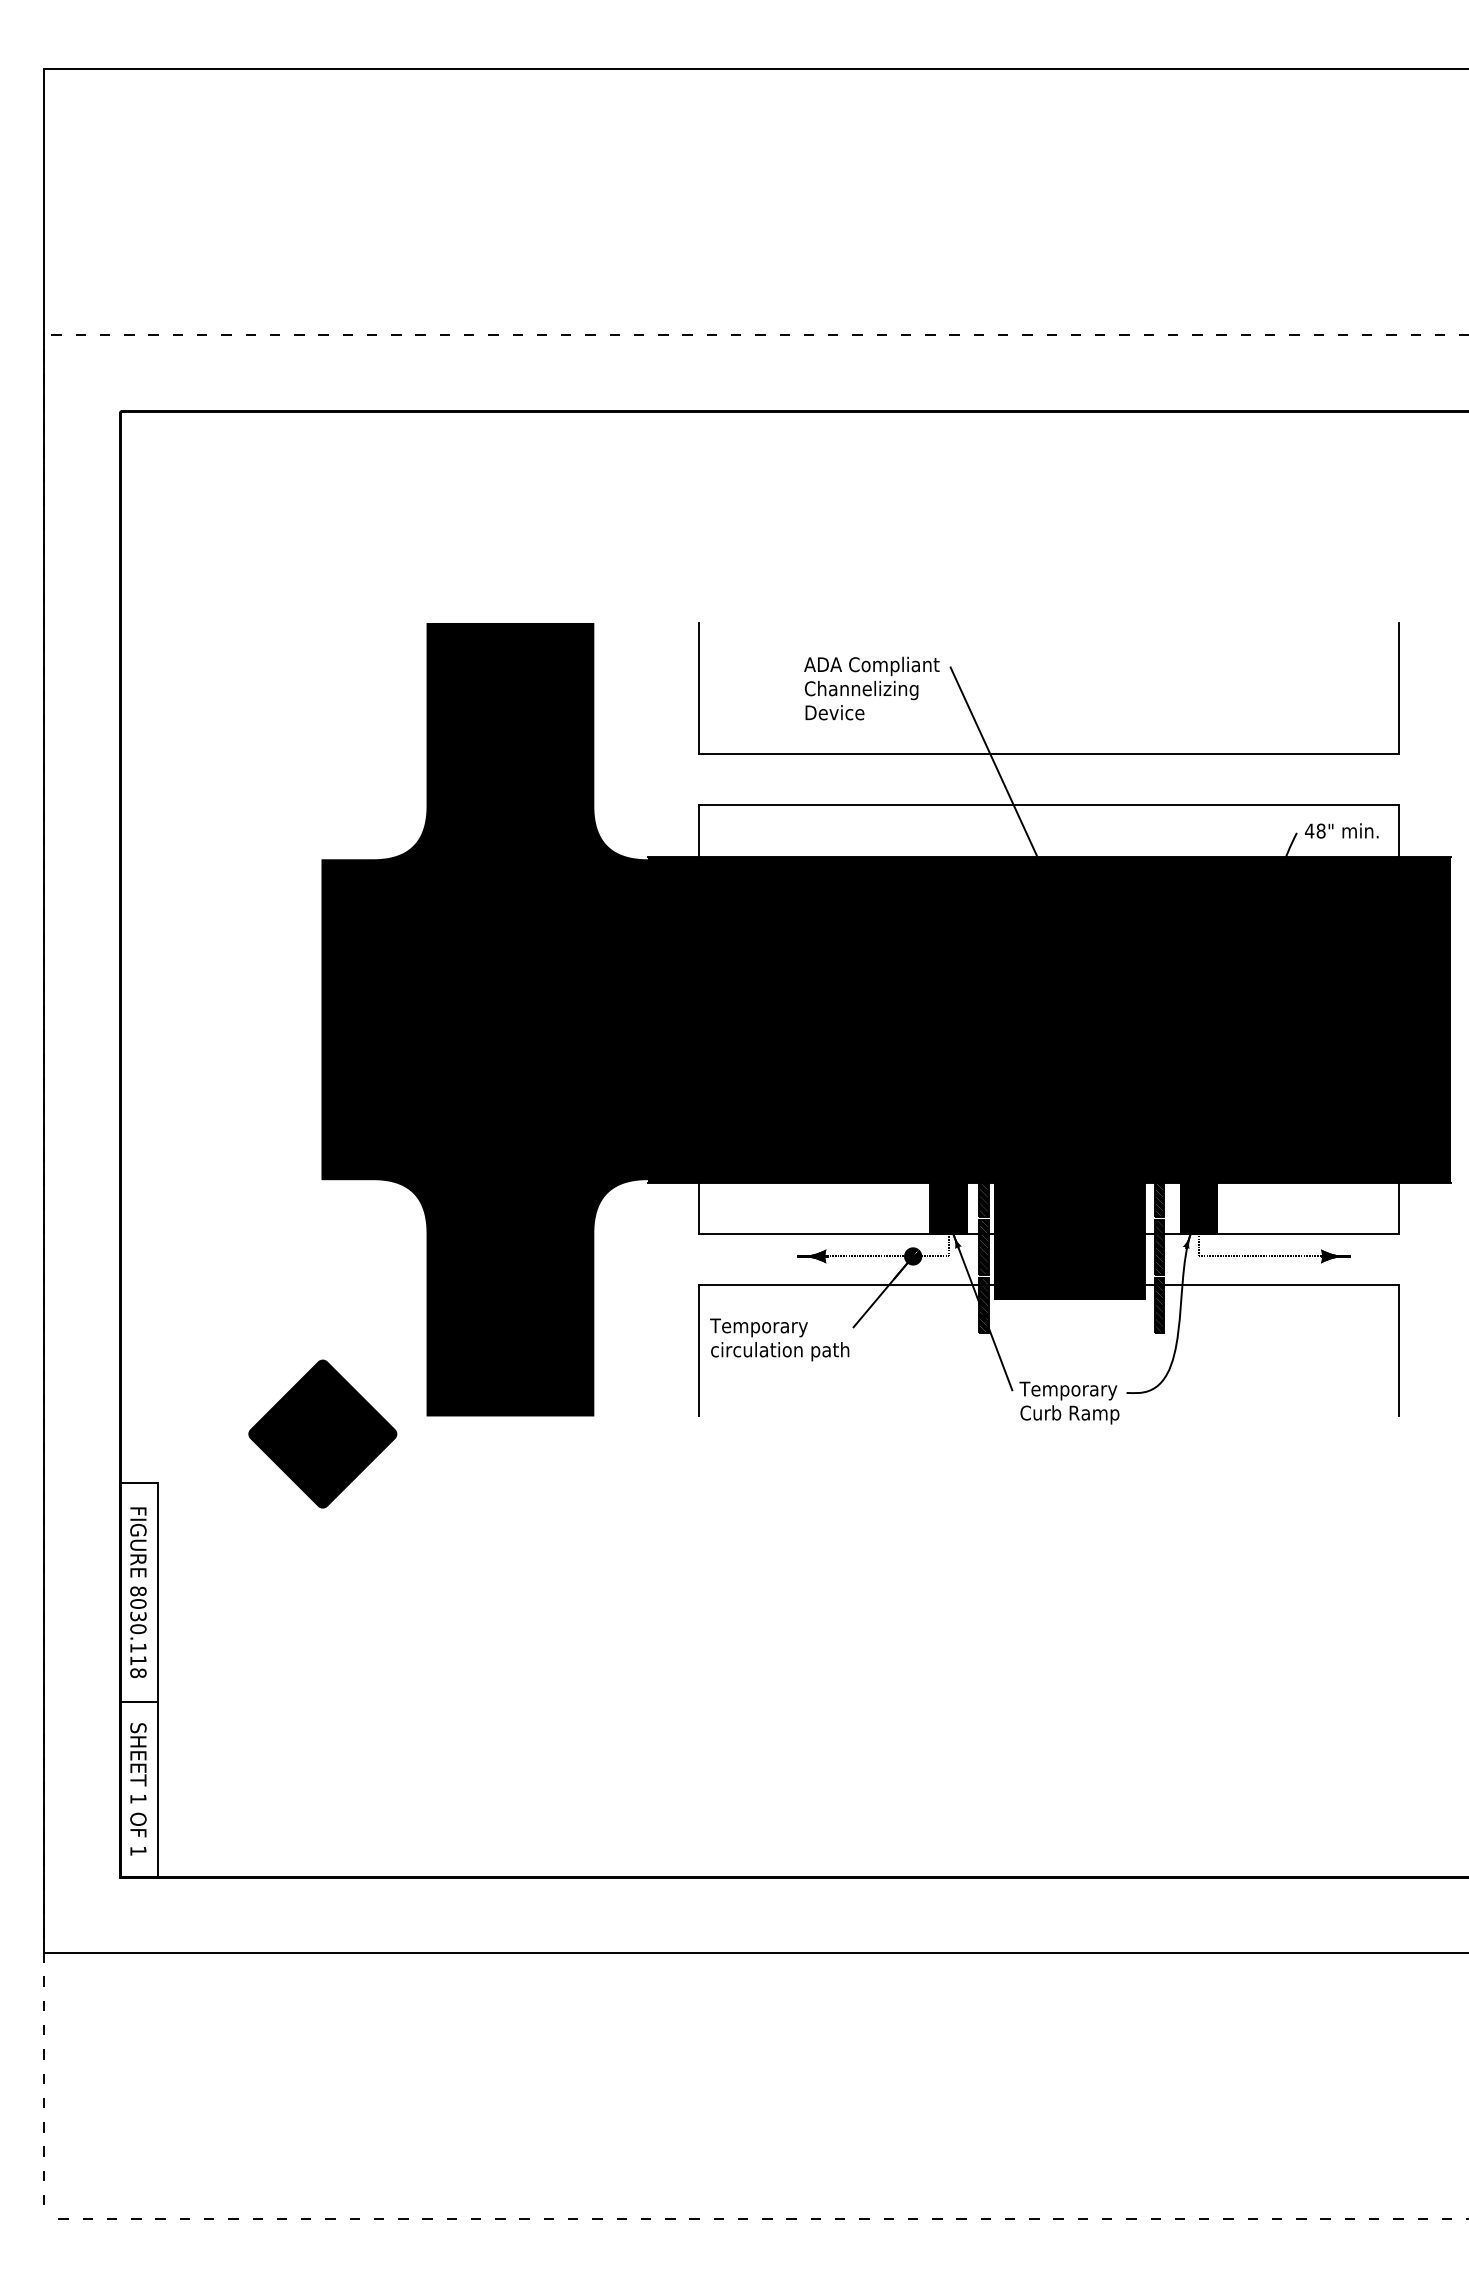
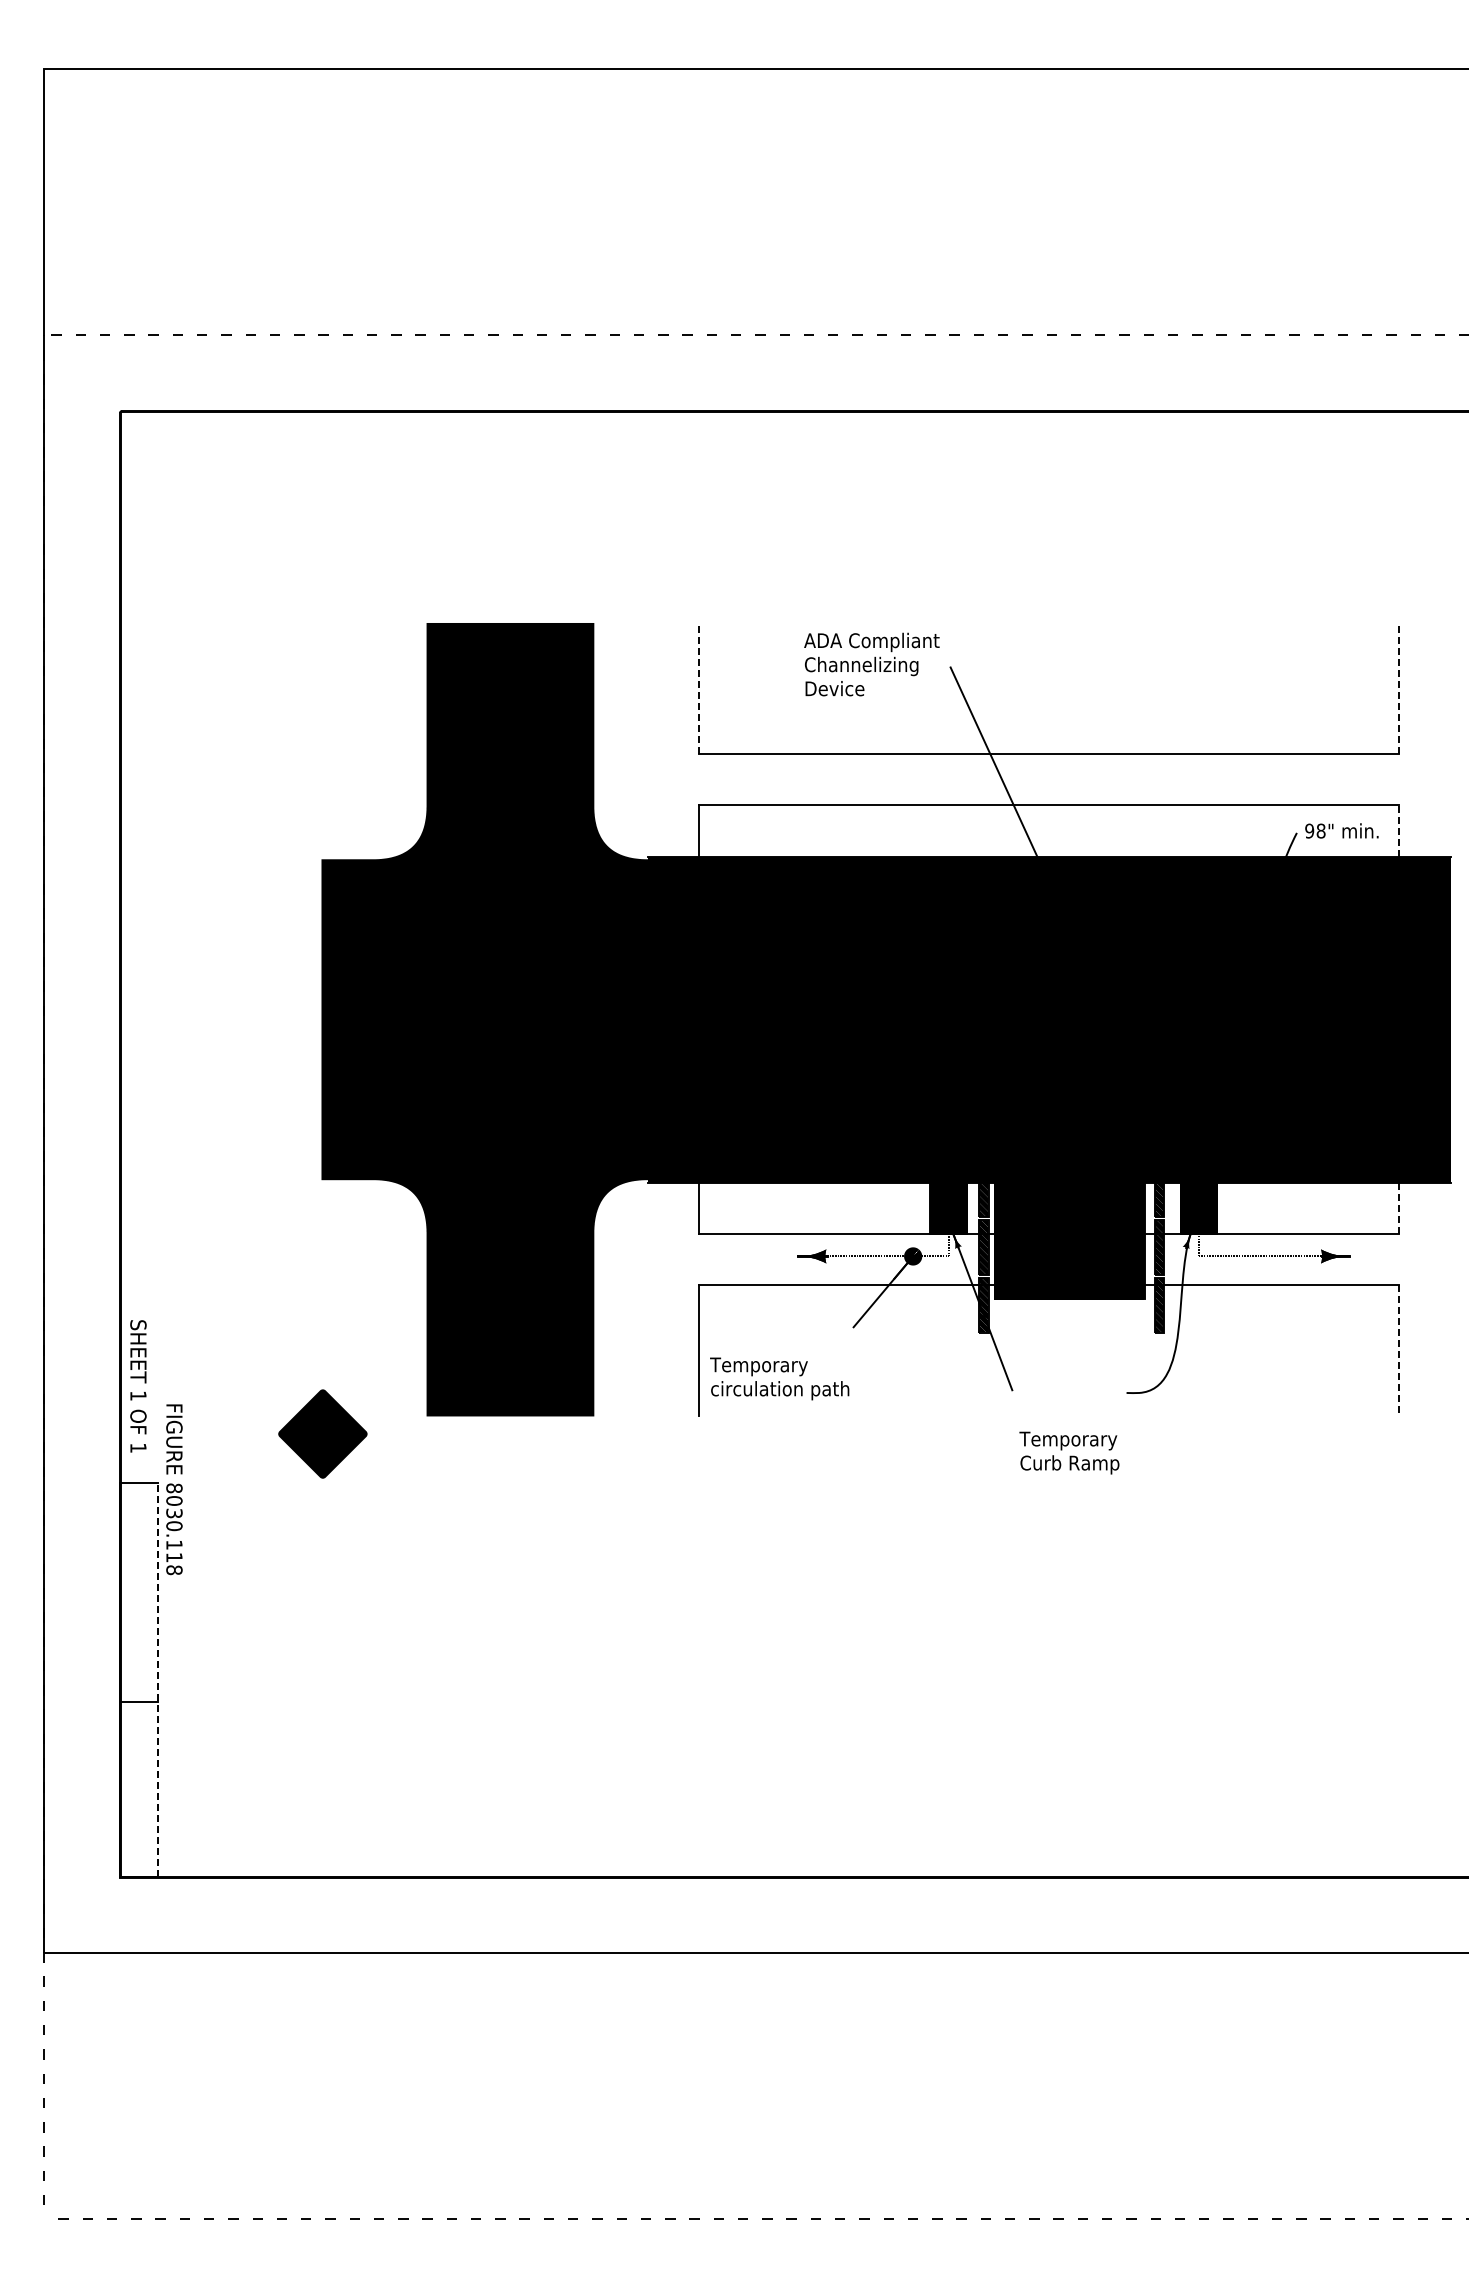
line at (699, 688): solid -> dashed
text at (871, 688) position: (871, 688) -> (871, 664)
line at (1399, 688): solid -> dashed
text at (1309, 830): 48" -> 98"
line at (1399, 831): solid -> dashed
line at (1399, 1208): solid -> dashed
text at (779, 1339) position: (779, 1339) -> (779, 1378)
line at (1399, 1350): solid -> dashed
text at (1069, 1402) position: (1069, 1402) -> (1069, 1452)
part at (322, 1433) size: 150x150 px -> 90x90 px
text at (138, 1592) position: (138, 1592) -> (174, 1489)
line at (158, 1680): solid -> dashed
text at (138, 1789) position: (138, 1789) -> (138, 1386)
